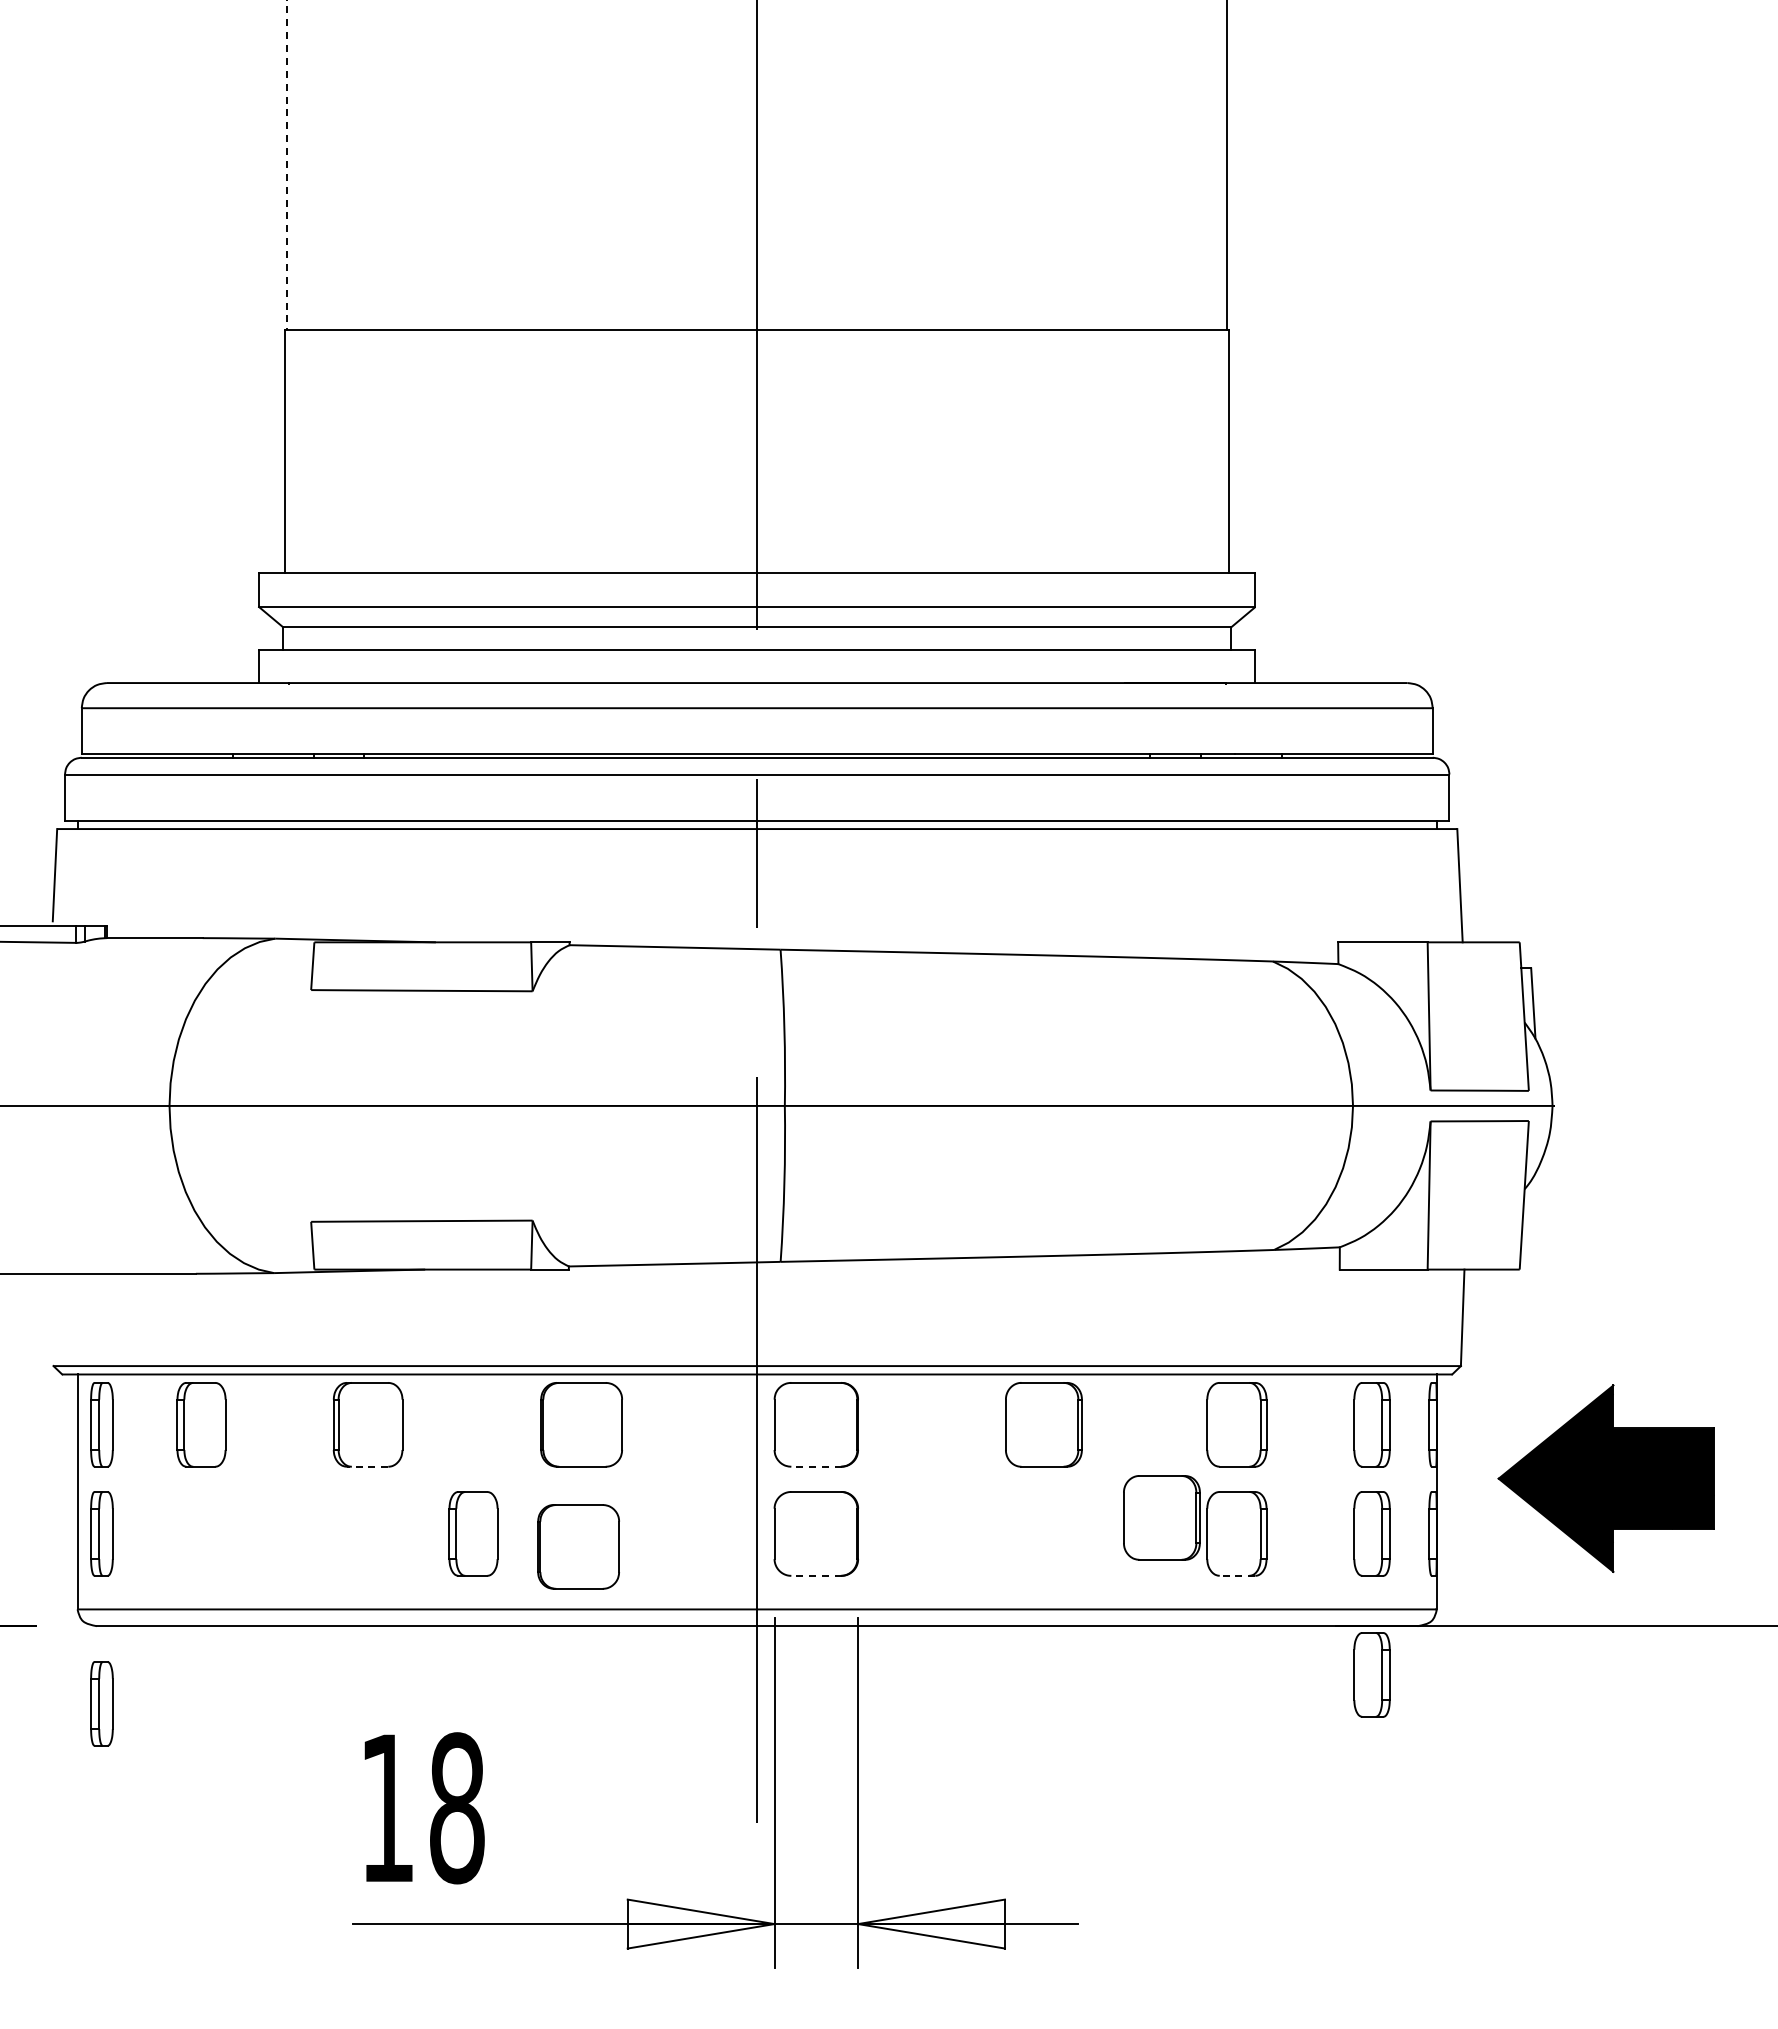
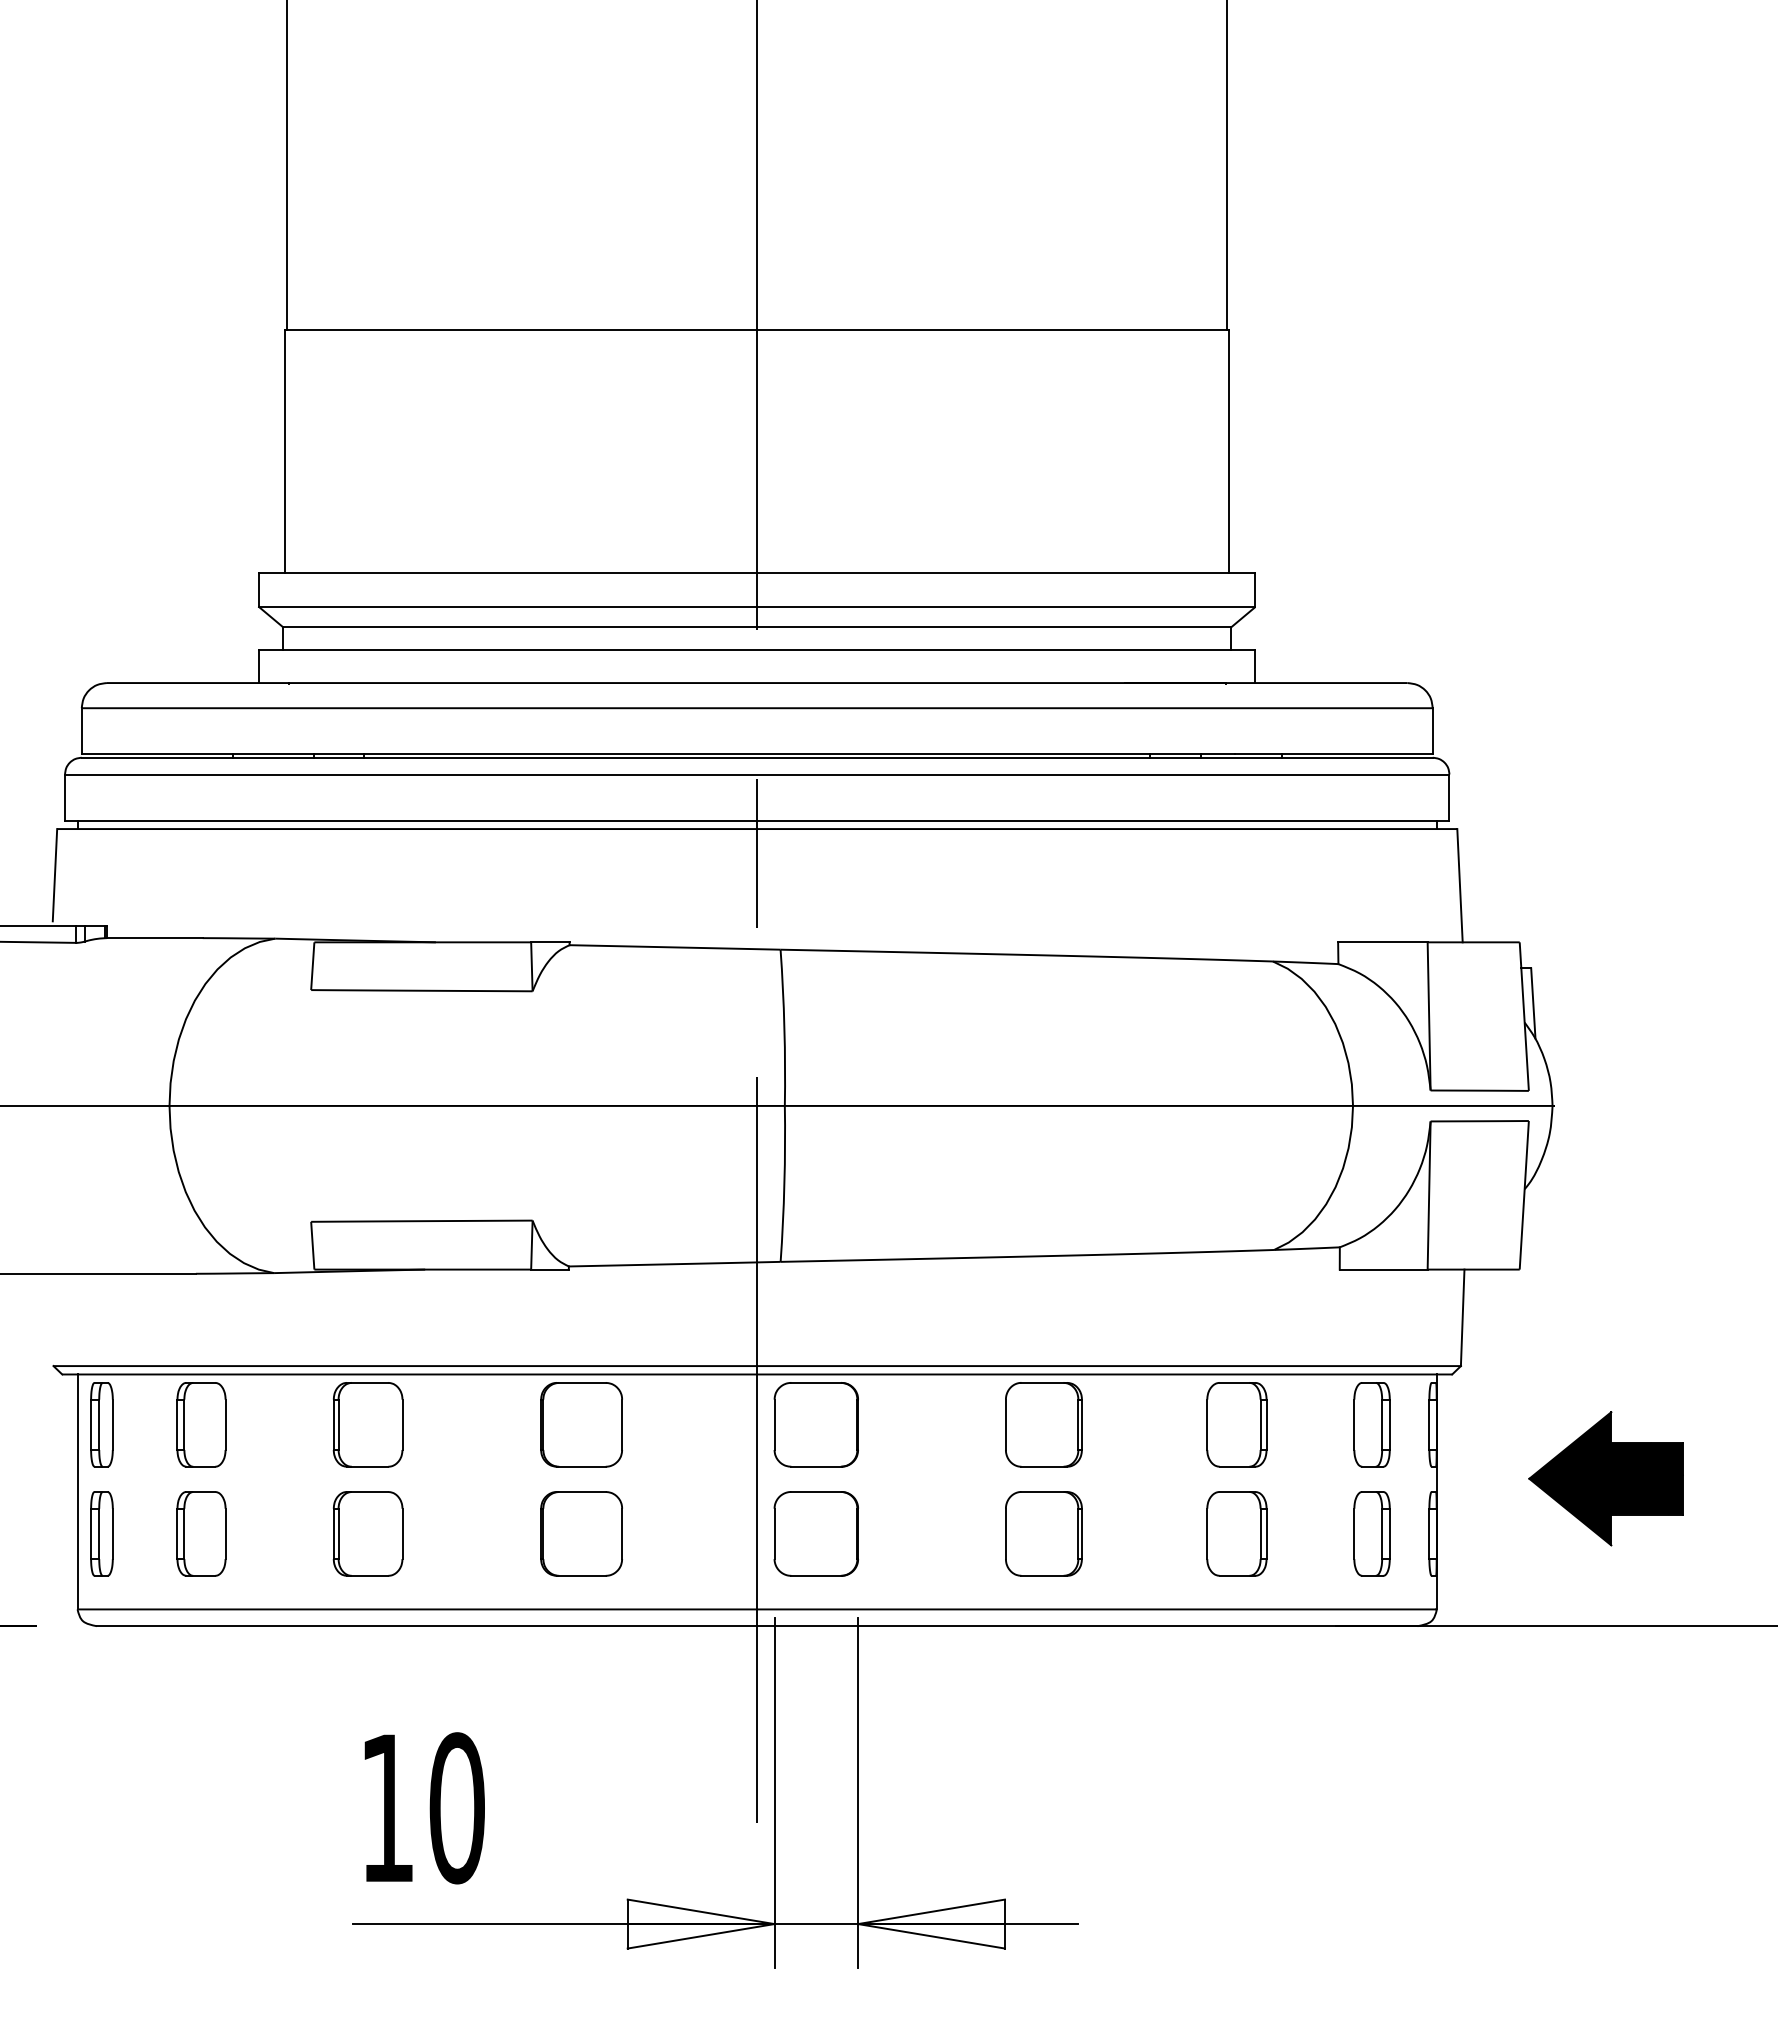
line at (287, 165): dashed -> solid
line at (367, 1466): dashed -> solid
line at (815, 1466): dashed -> solid
part at (1605, 1478) size: 218x189 px -> 156x136 px
part at (1161, 1517) position: (1161, 1517) -> (1043, 1533)
part at (367, 1533): none -> present
part at (473, 1533) position: (473, 1533) -> (201, 1533)
part at (578, 1546) position: (578, 1546) -> (581, 1533)
line at (815, 1575): dashed -> solid
line at (1237, 1575): dashed -> solid
part at (1371, 1674): present -> none
part at (101, 1703): present -> none
text at (456, 1808): 18 -> 10
